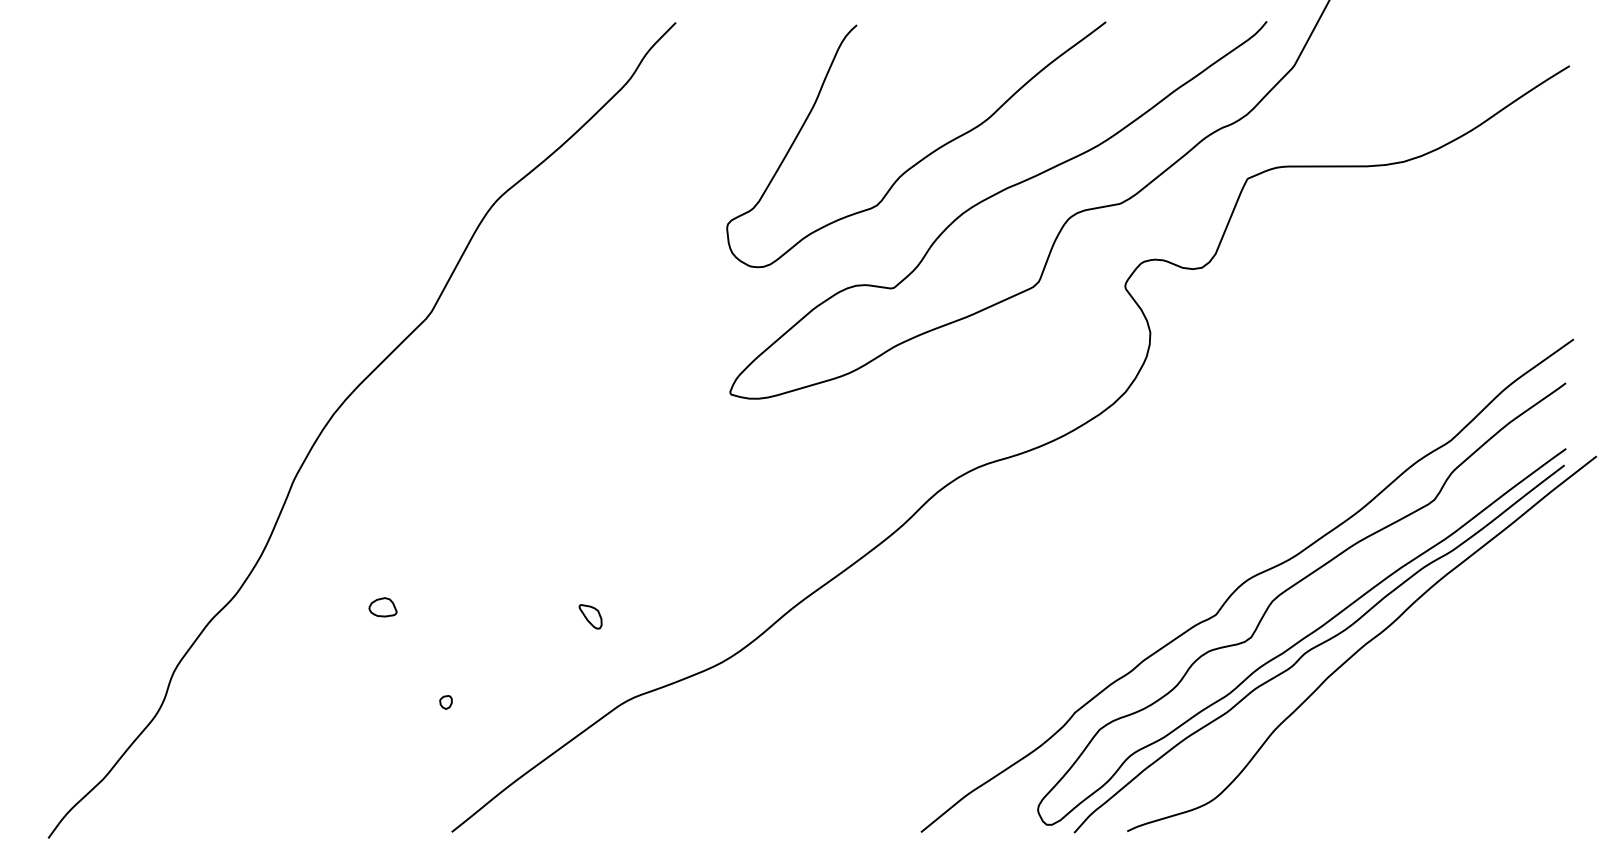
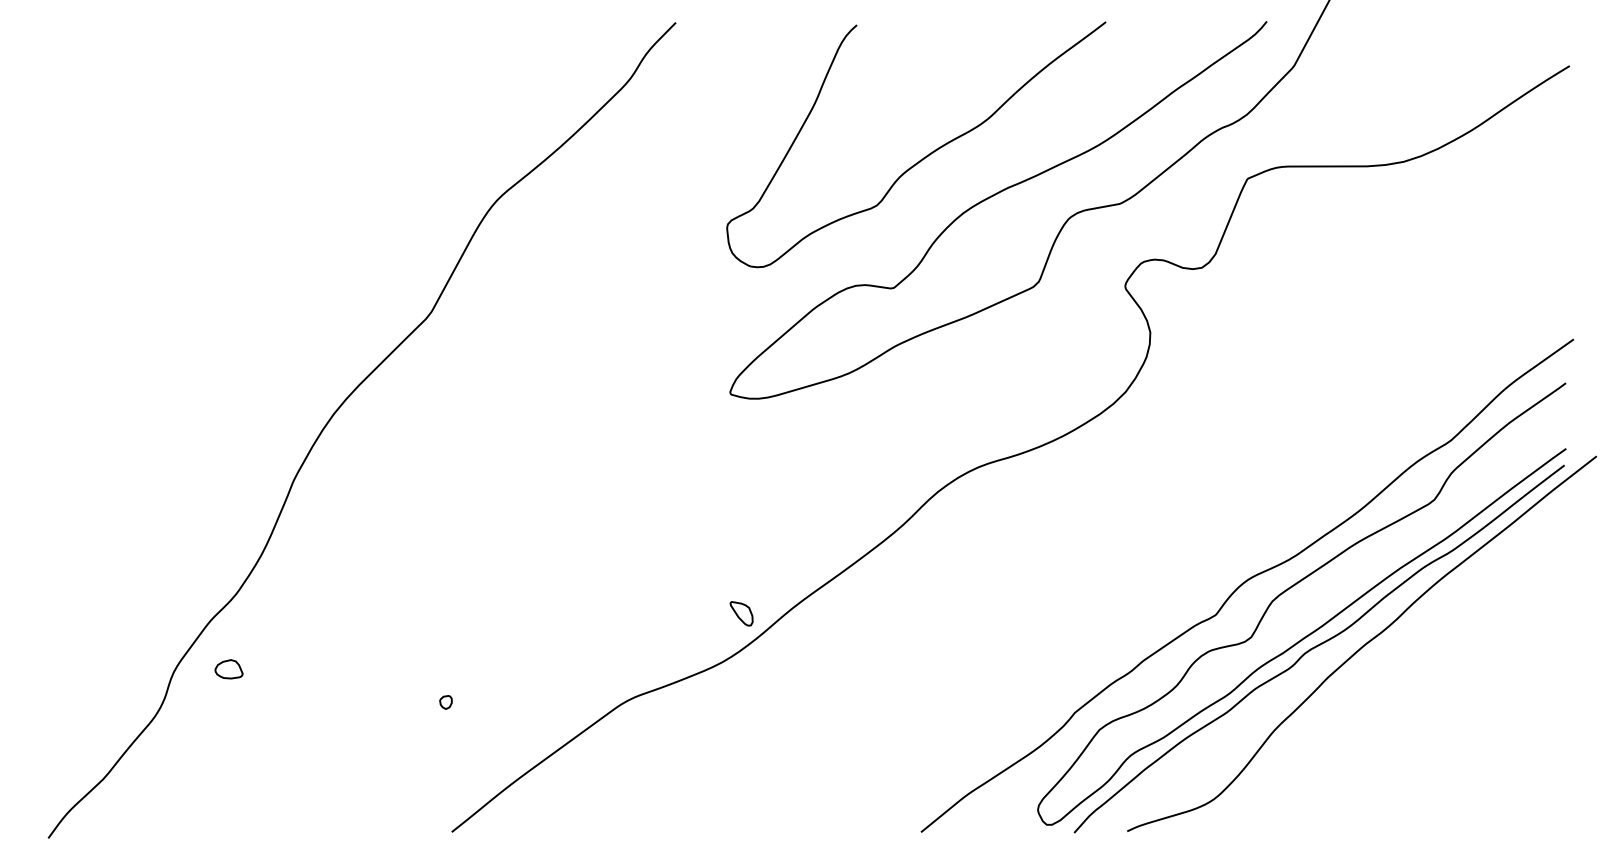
part at (382, 607) position: (382, 607) -> (228, 669)
part at (590, 616) position: (590, 616) -> (741, 613)
